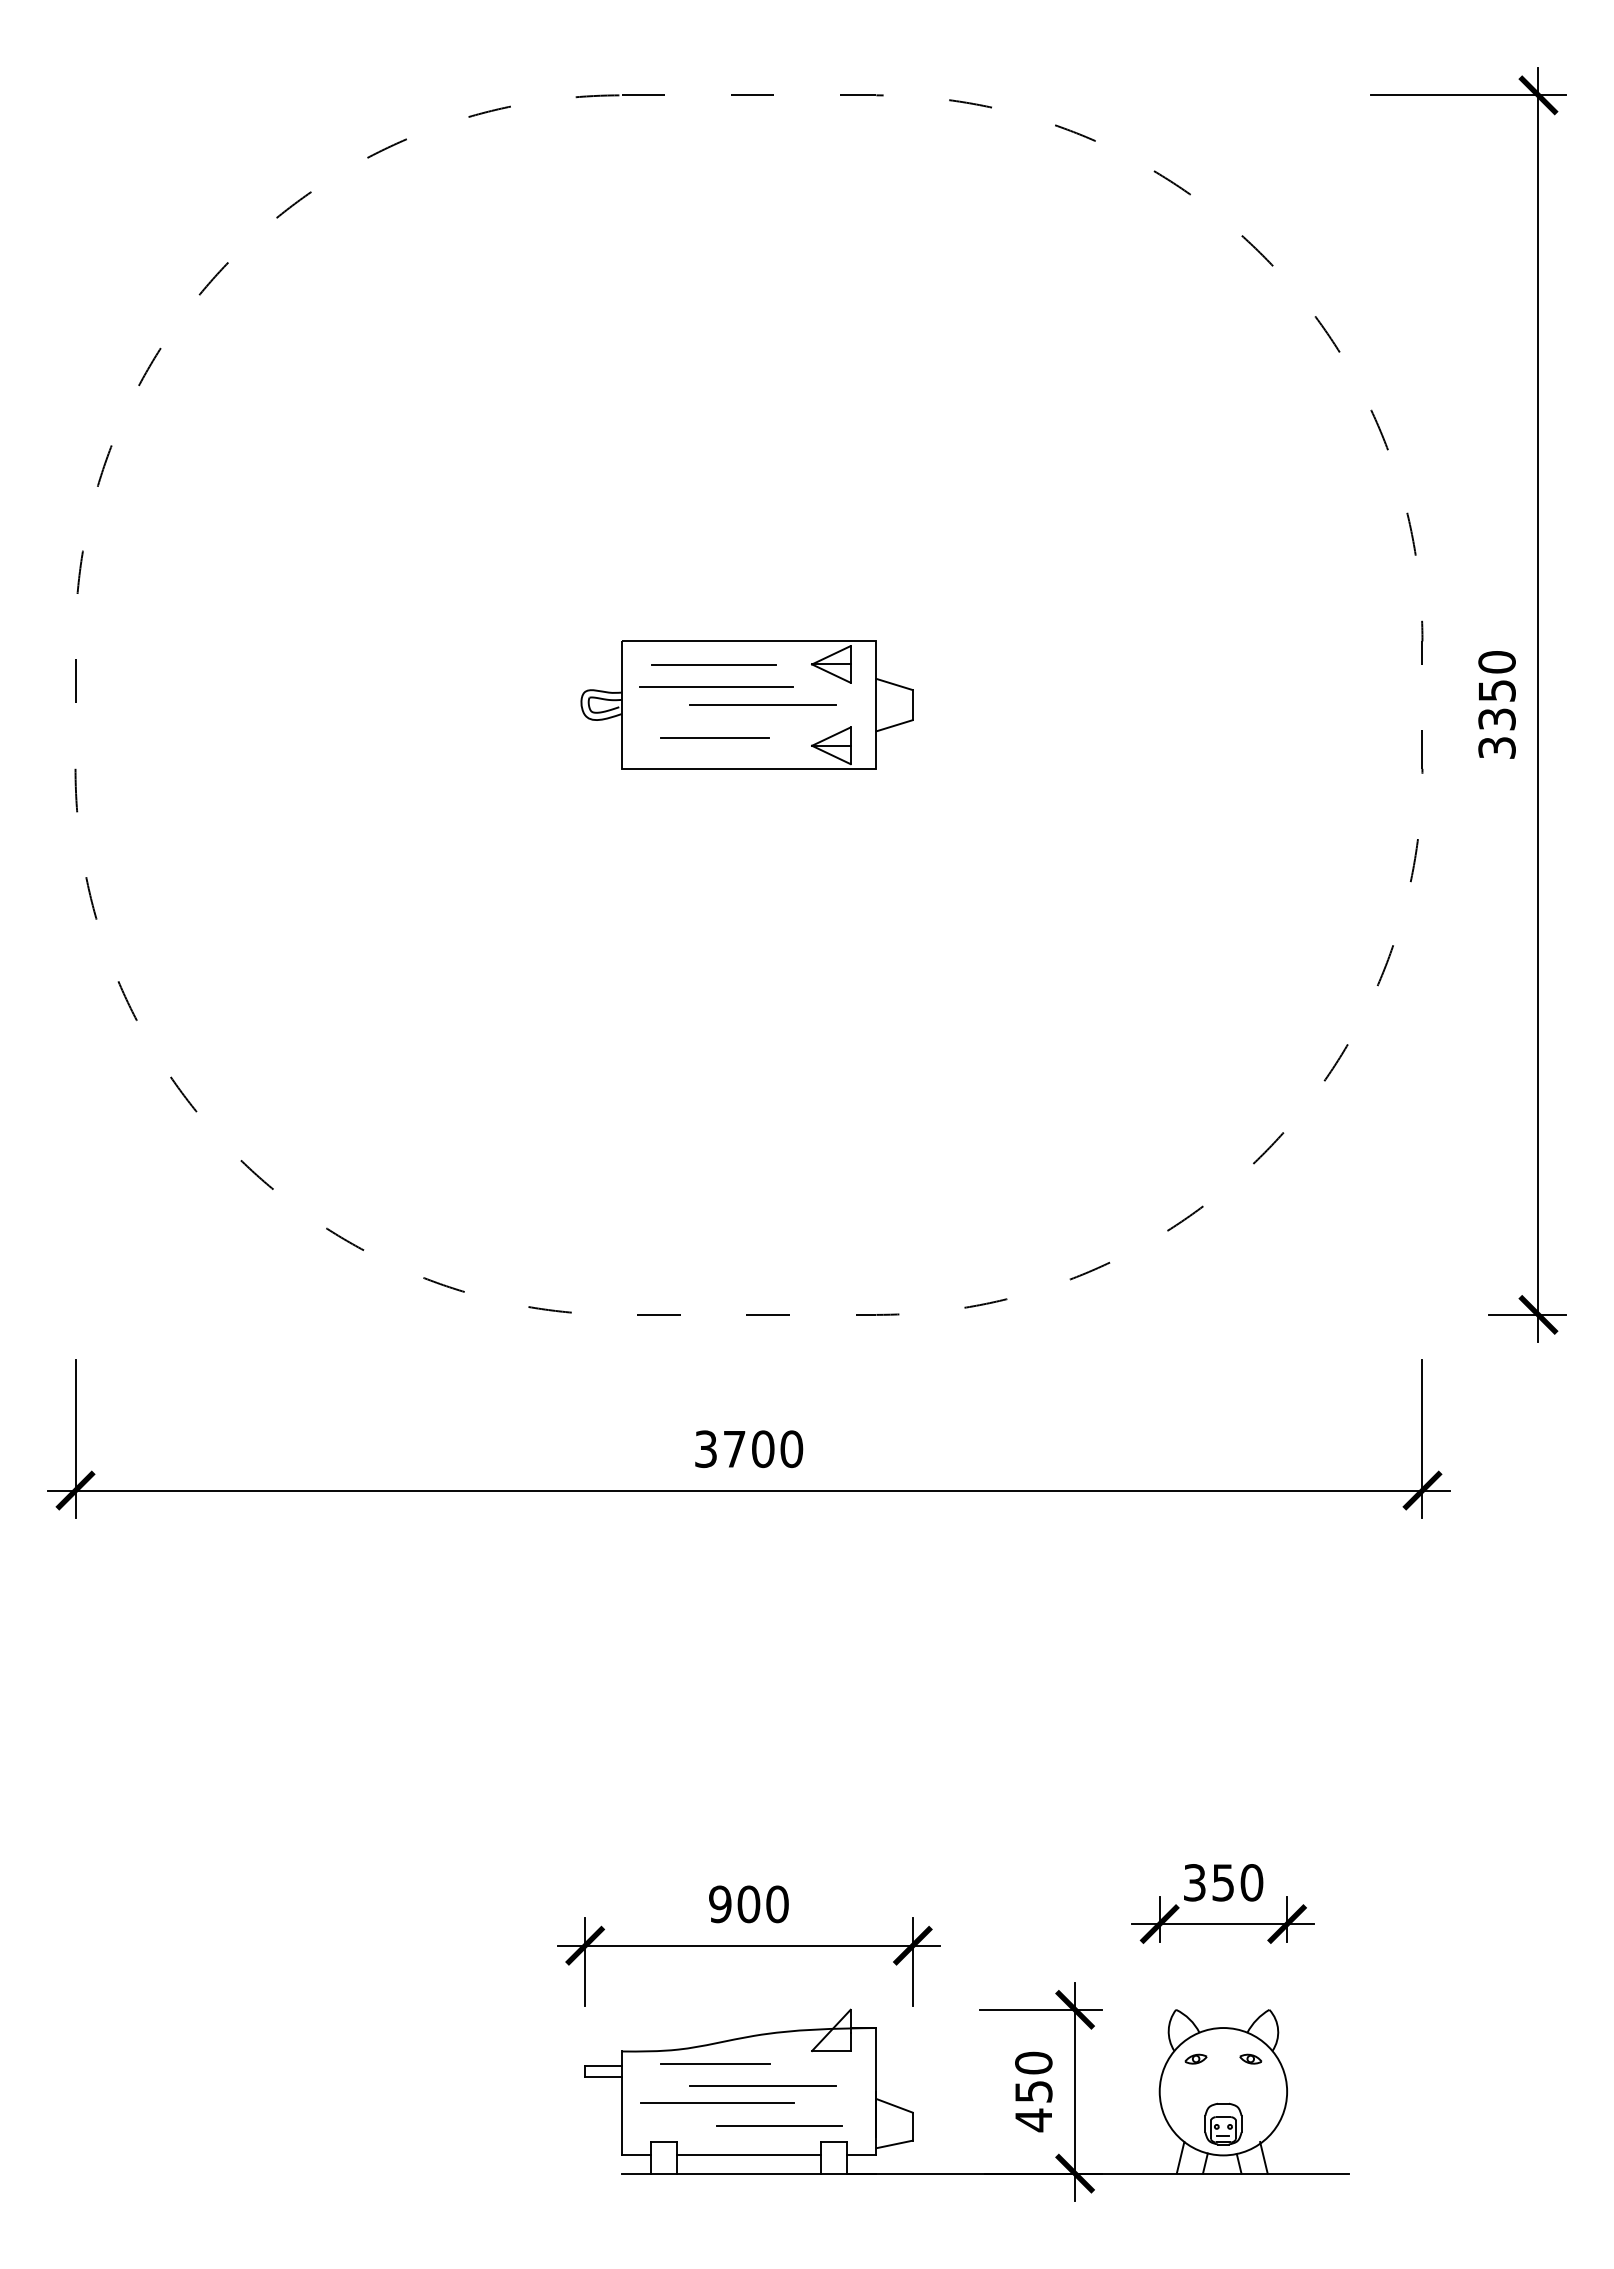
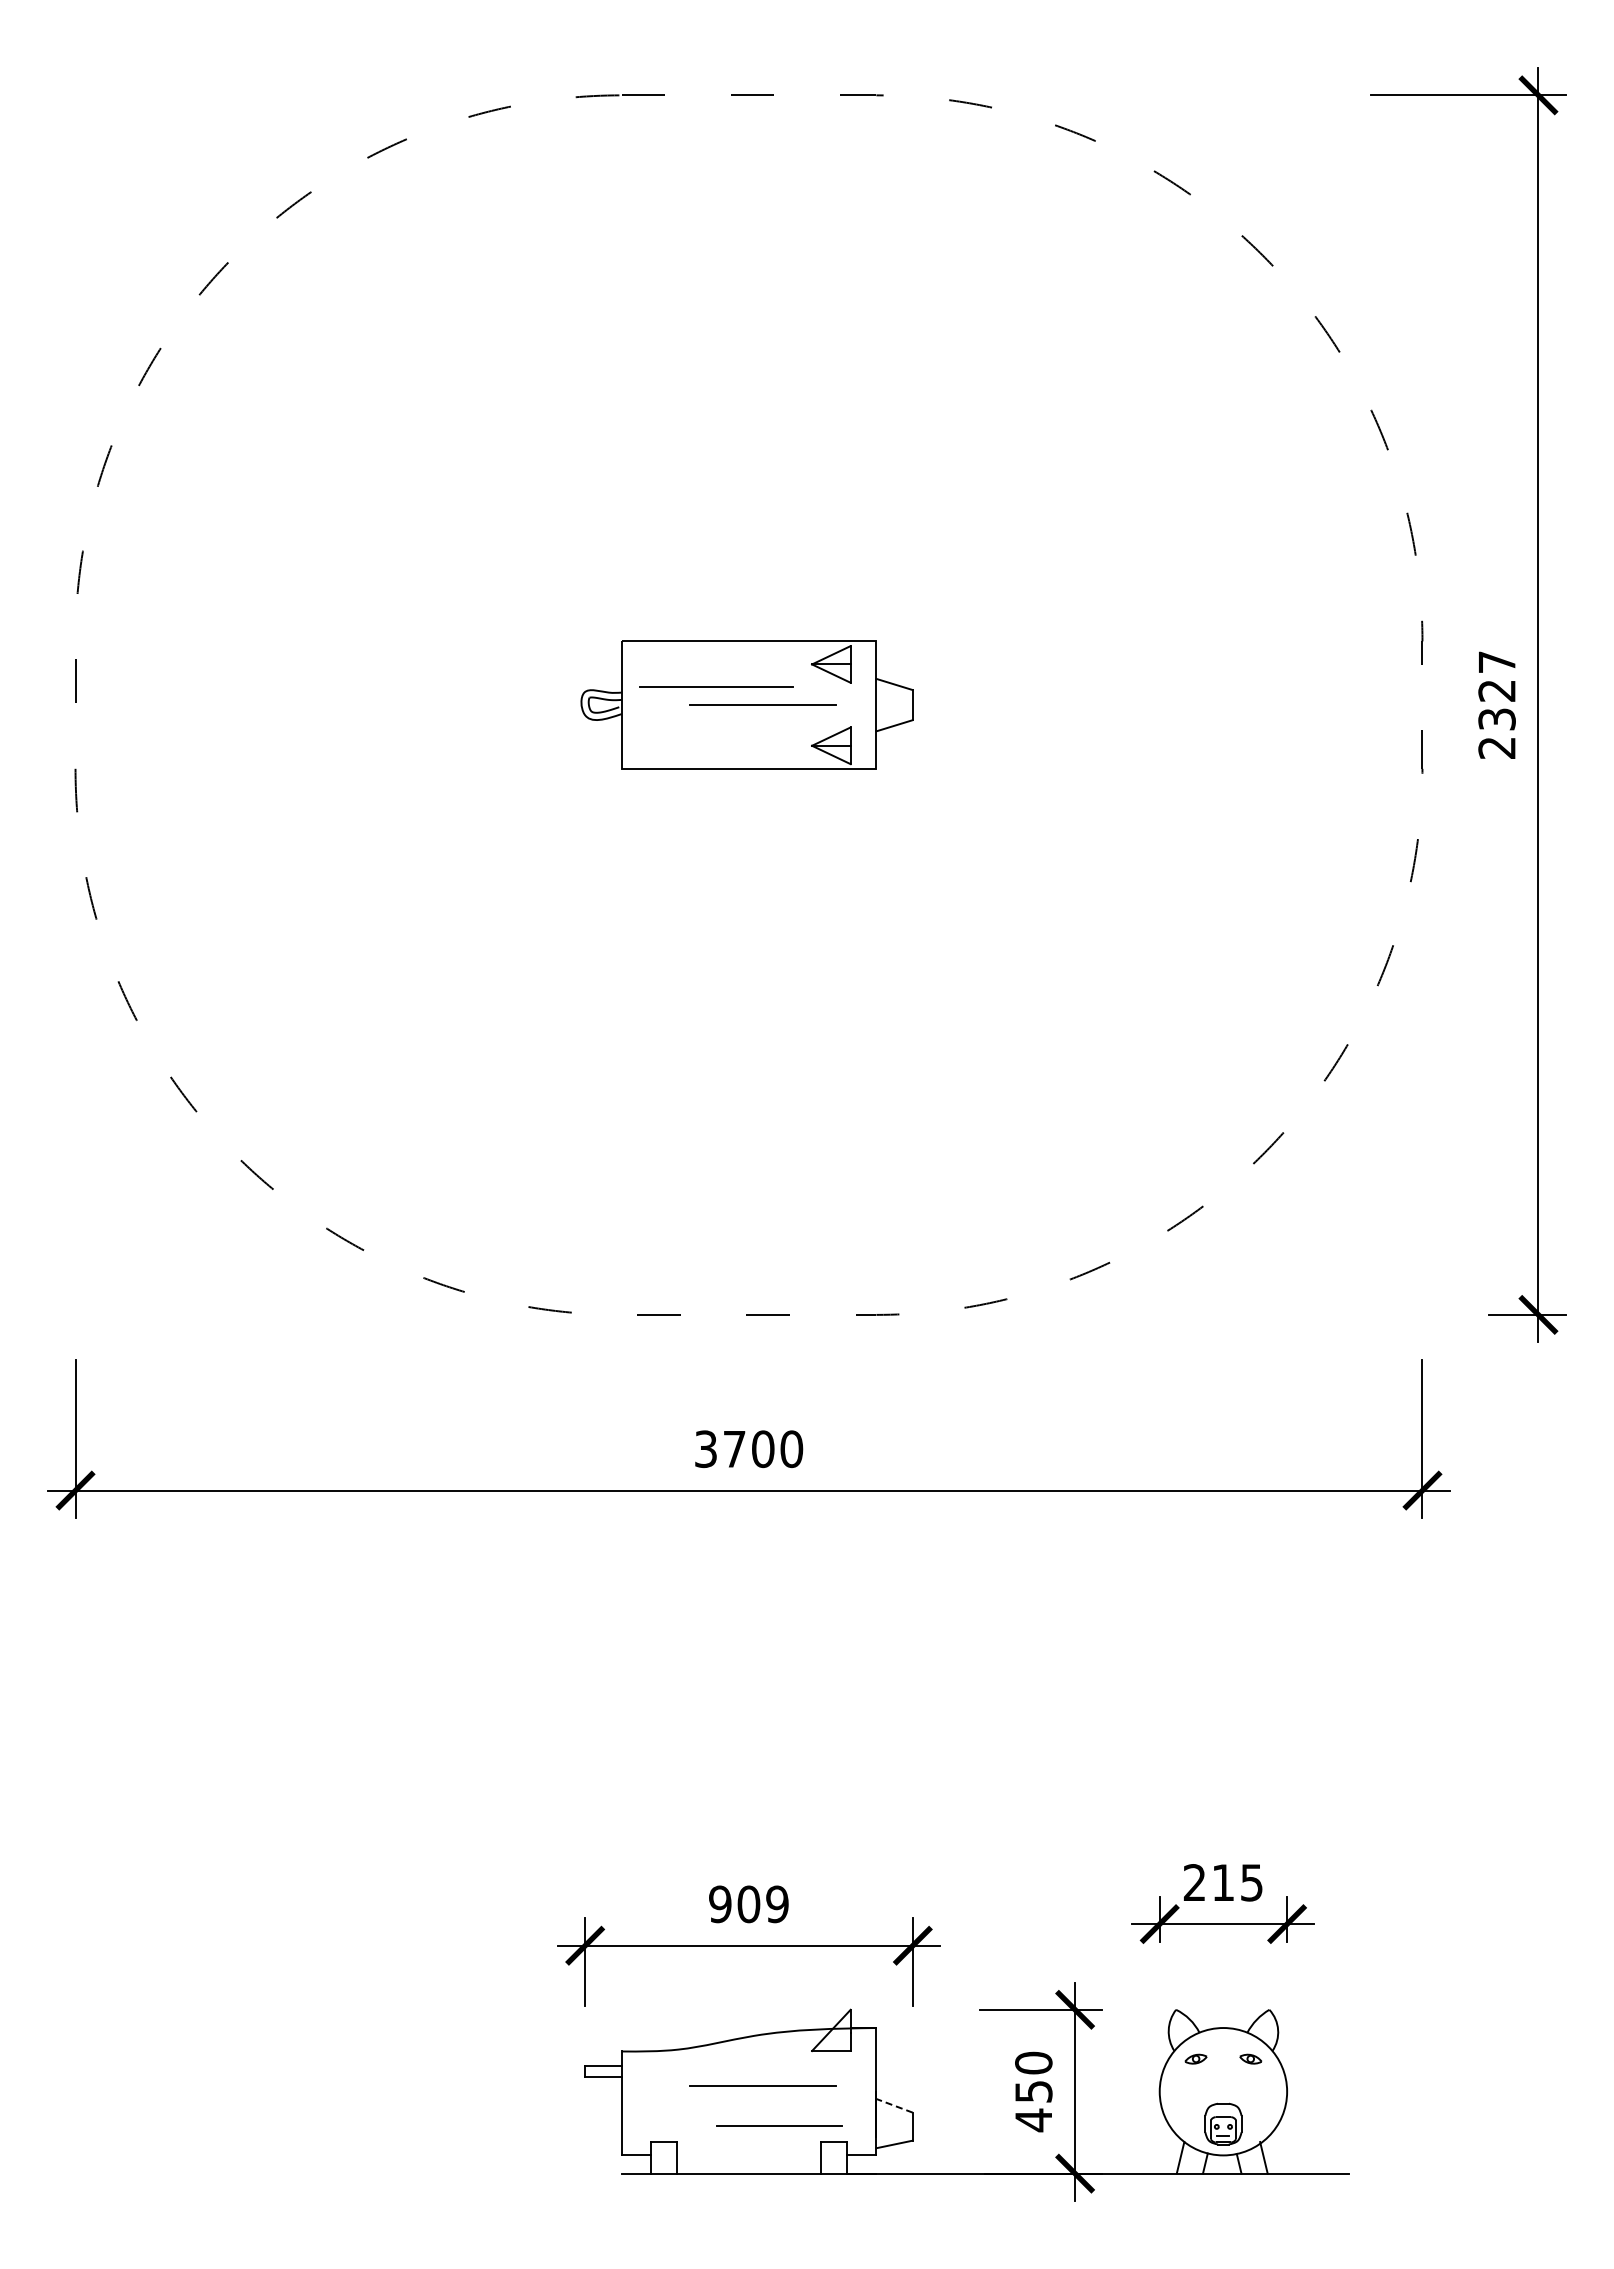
line at (713, 664): present -> none
text at (1496, 704): 3350 -> 2327
line at (714, 737): present -> none
text at (1223, 1882): 350 -> 215
text at (777, 1904): 900 -> 909
line at (715, 2063): present -> none
line at (717, 2102): present -> none
line at (894, 2105): solid -> dashed
line at (748, 2155): present -> none
